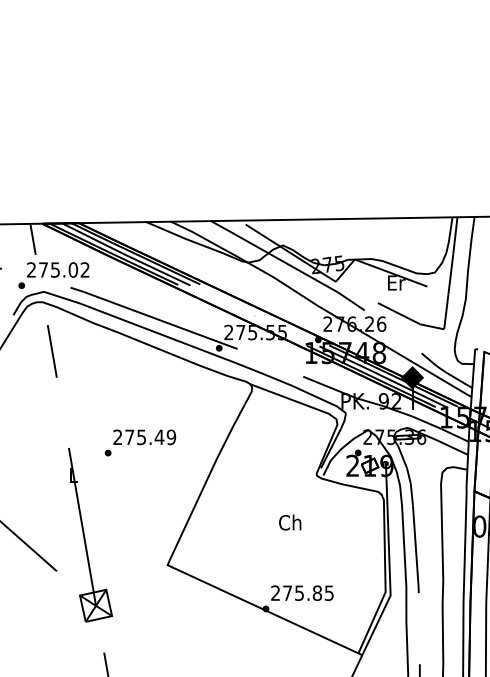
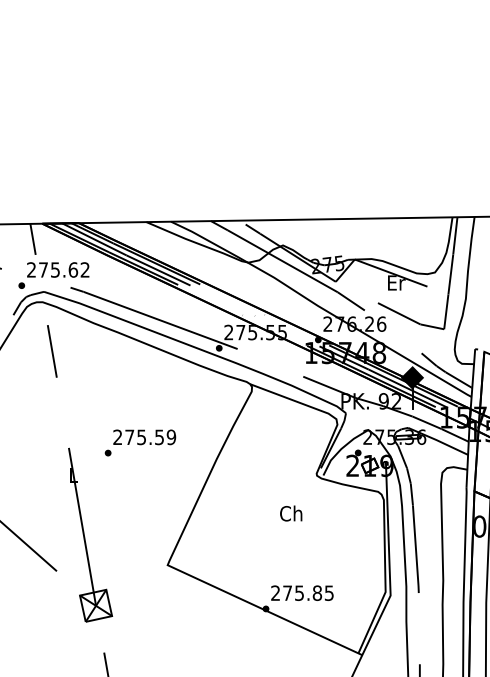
text at (73, 269): 275.02 -> 275.62
text at (159, 437): 275.49 -> 275.59
text at (290, 522) position: (290, 522) -> (291, 513)
